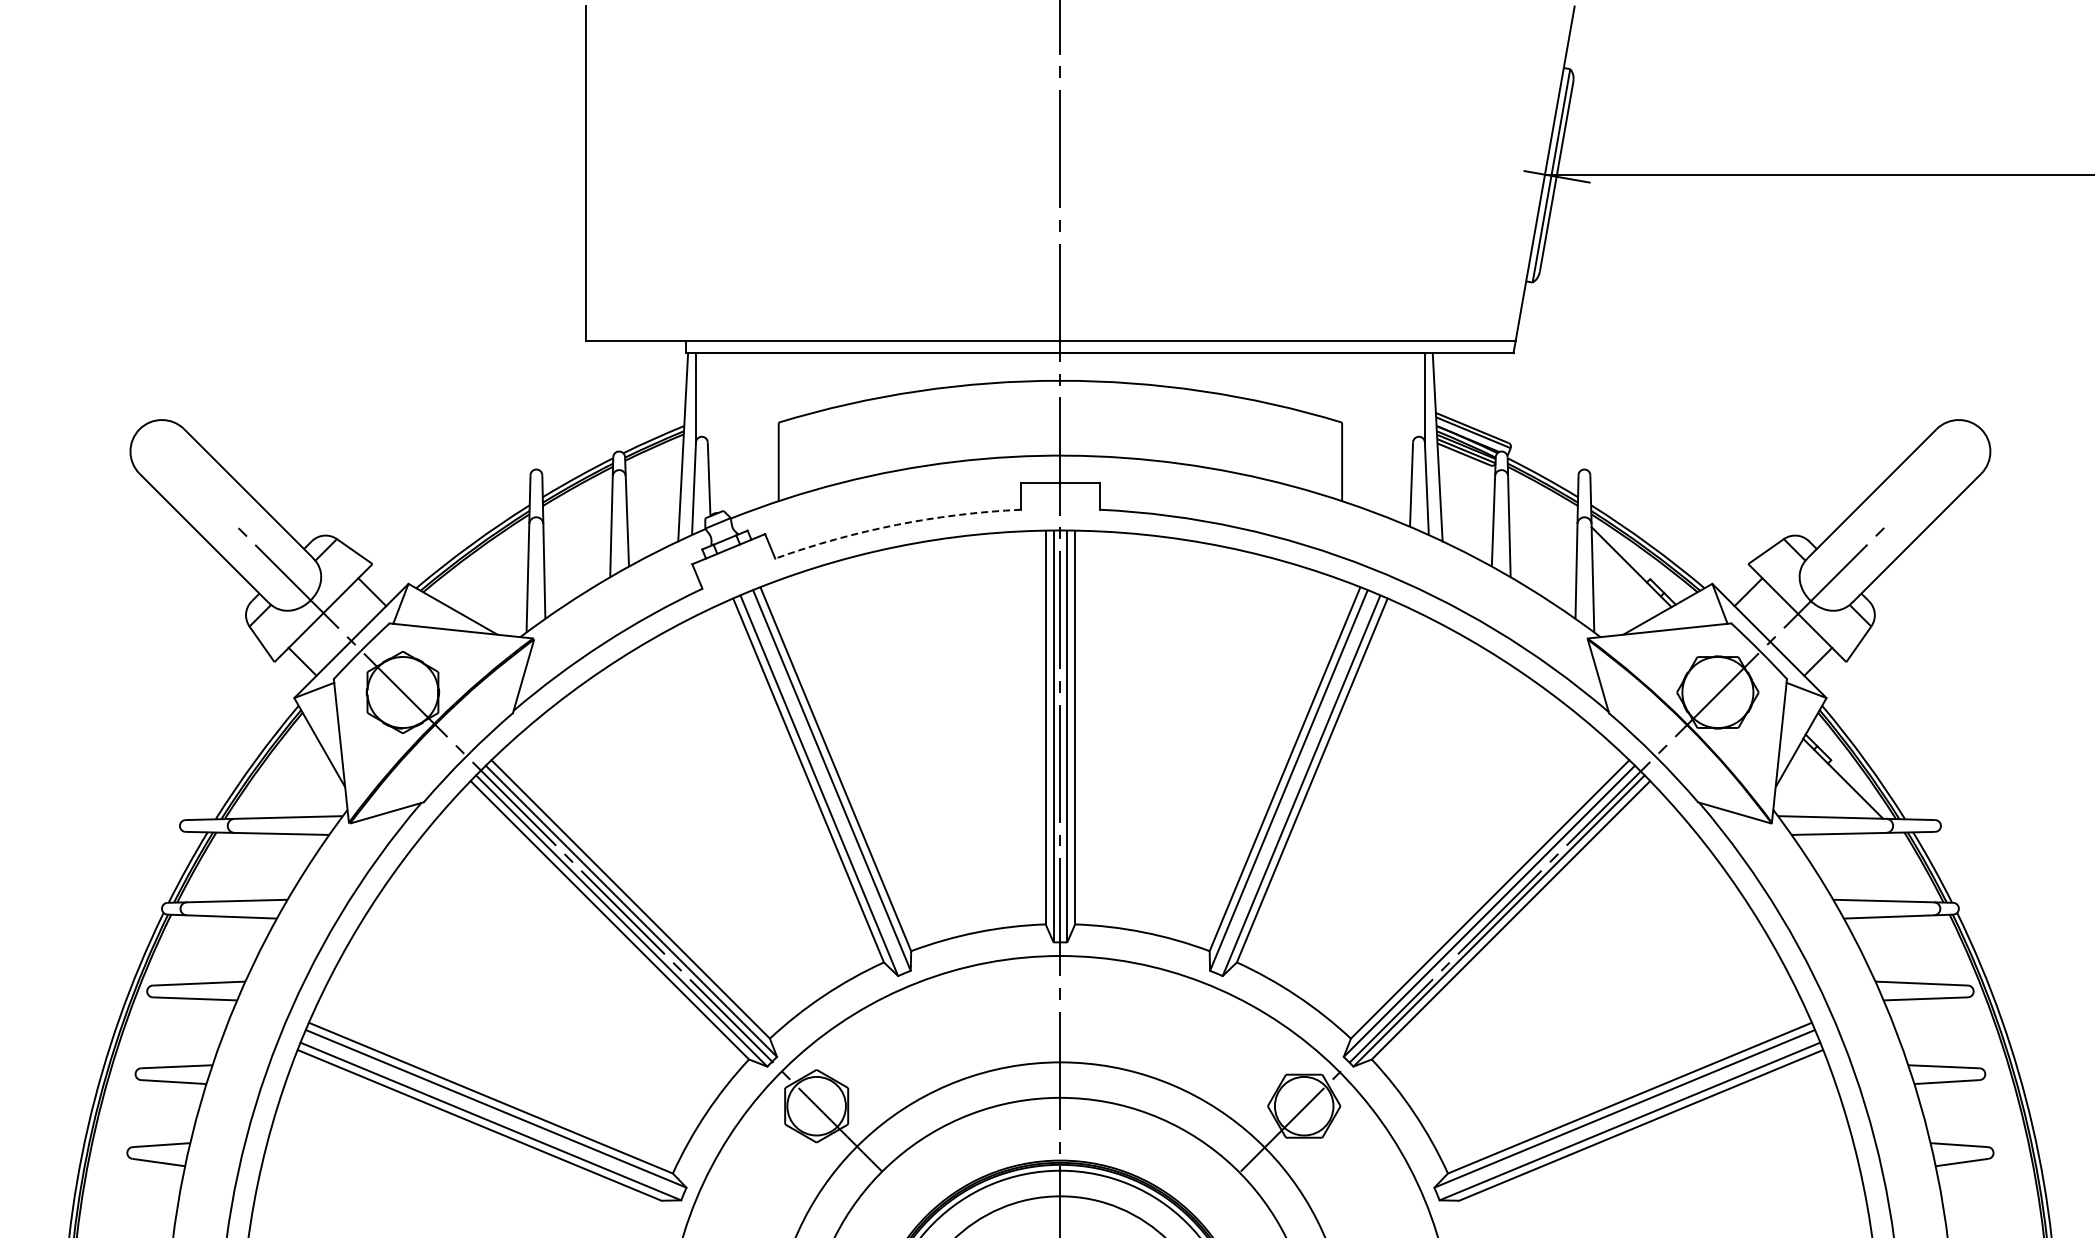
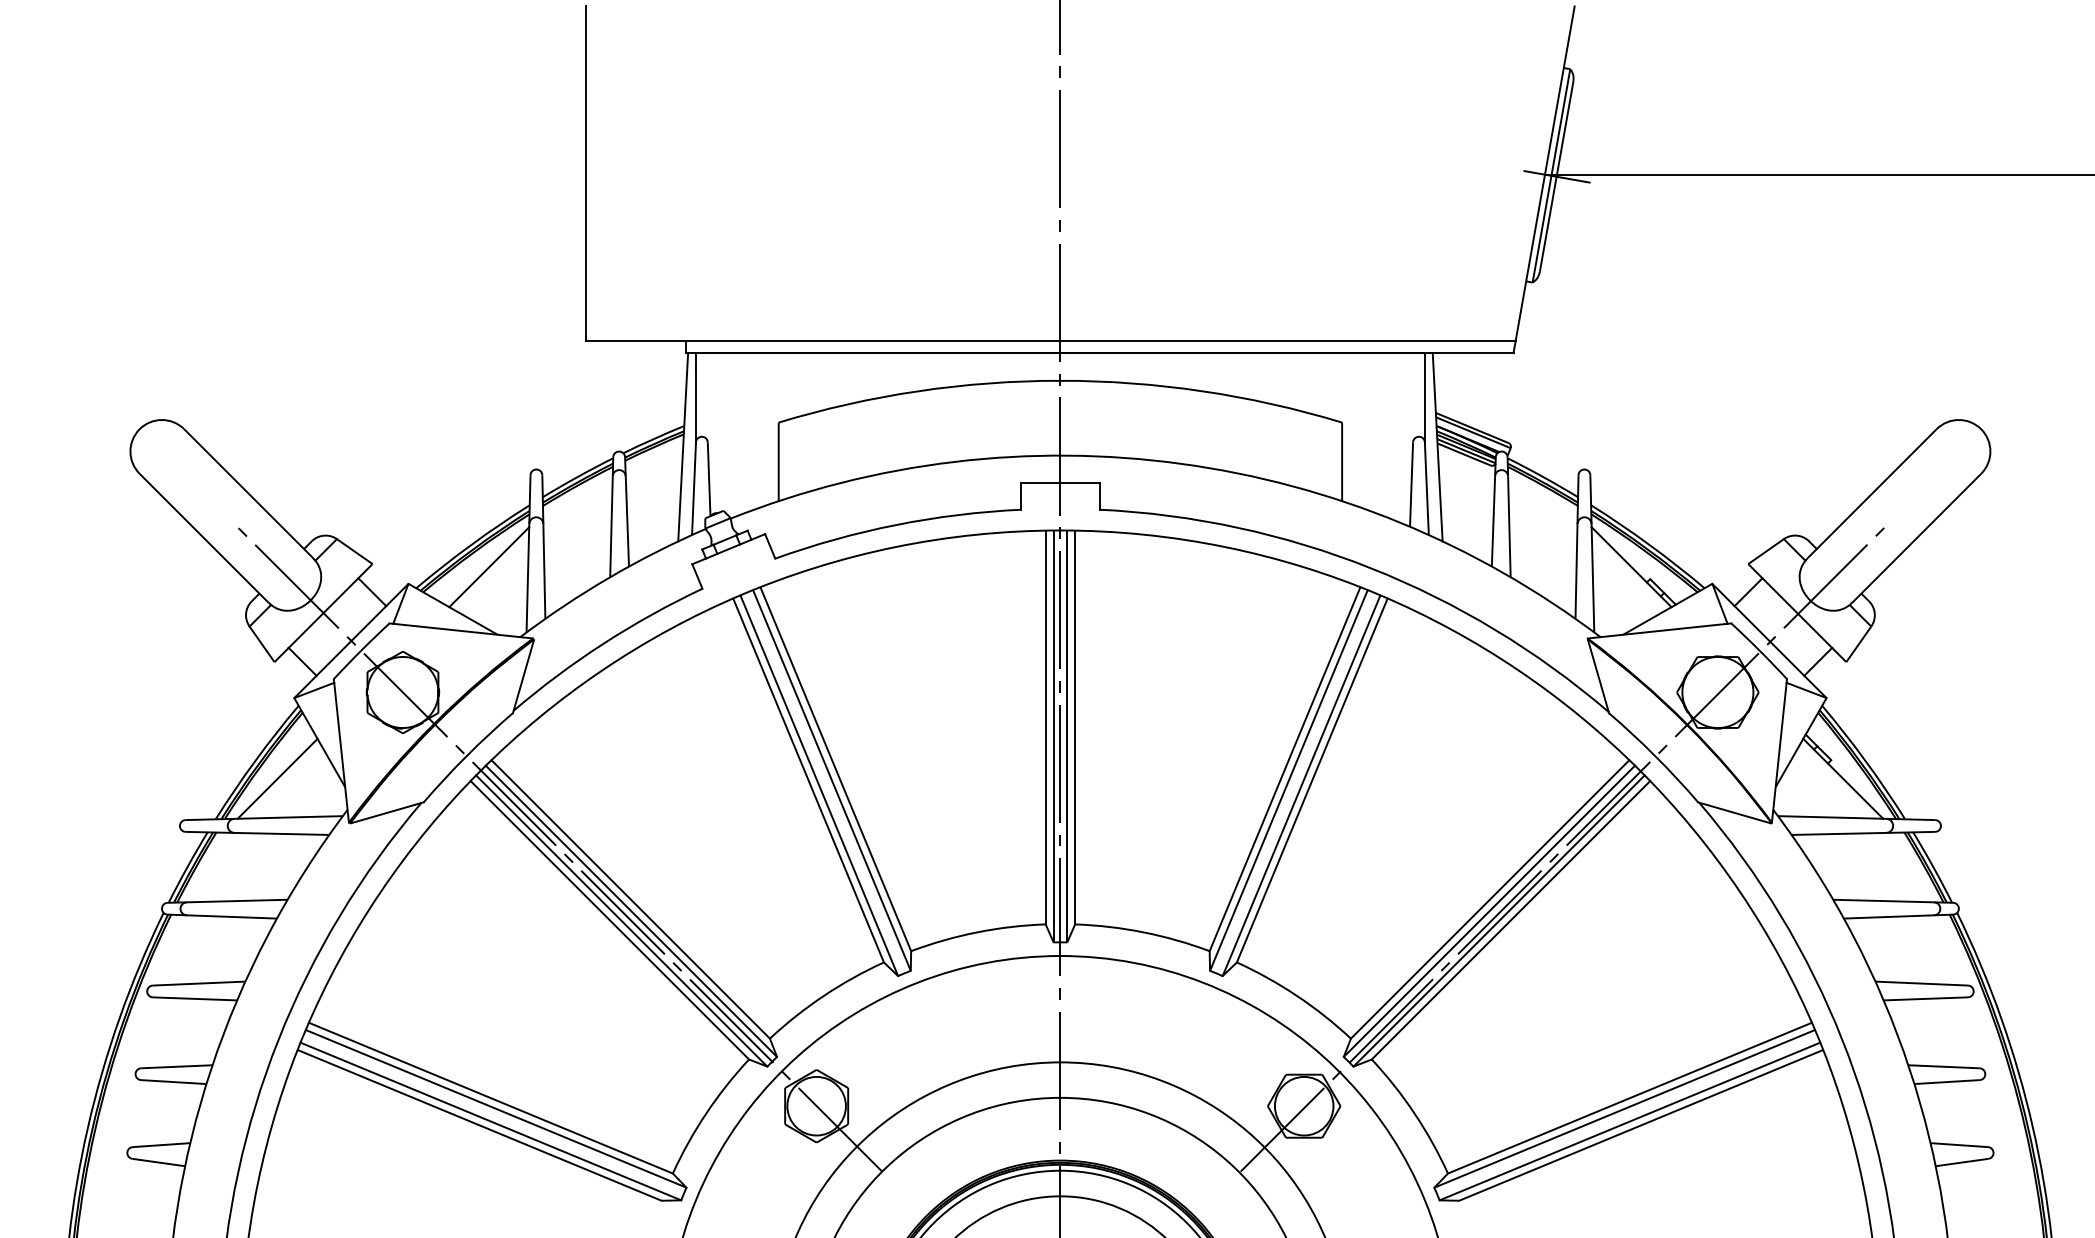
arc at (896, 524): dashed -> solid
line at (489, 567): none -> present
line at (277, 778): none -> present
